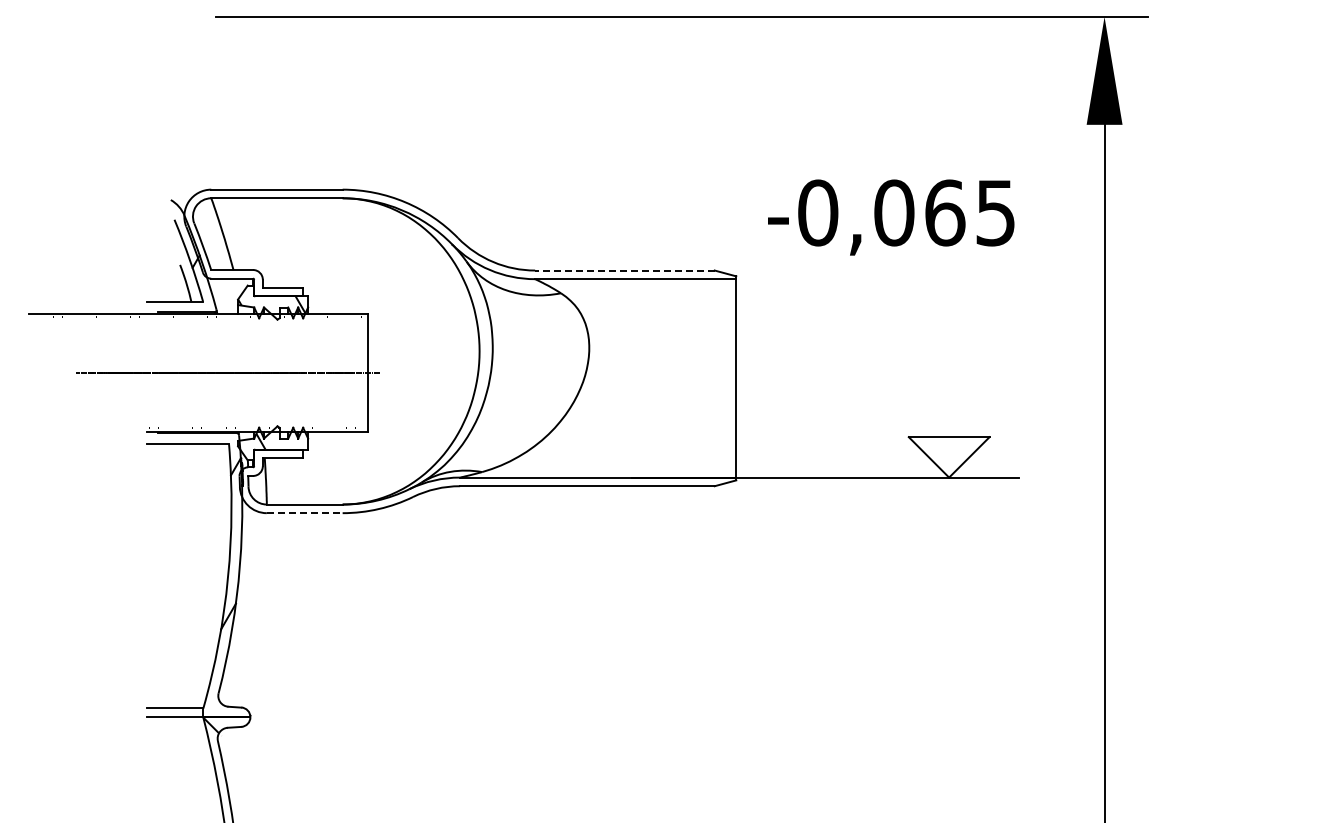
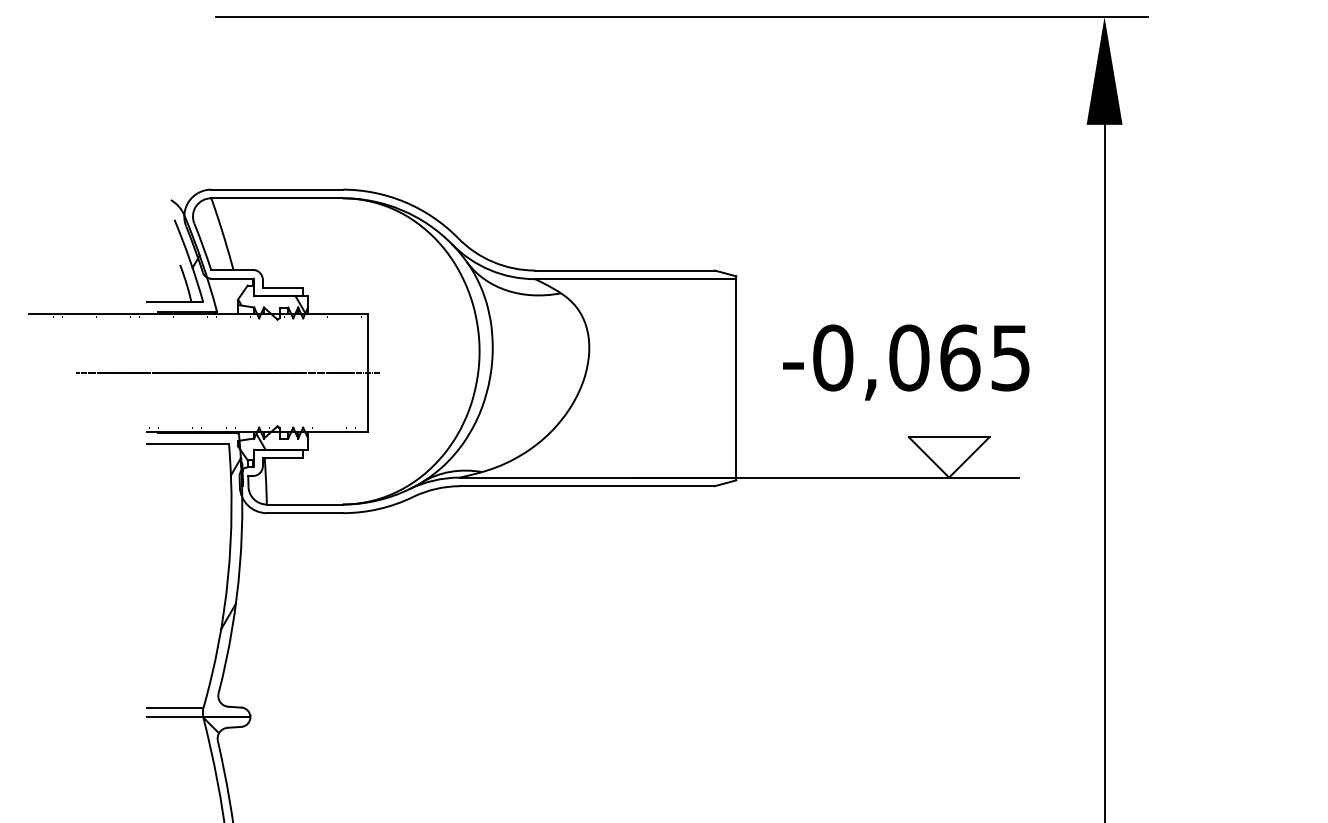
text at (891, 217) position: (891, 217) -> (906, 362)
line at (624, 270): dashed -> solid
line at (304, 513): dashed -> solid
